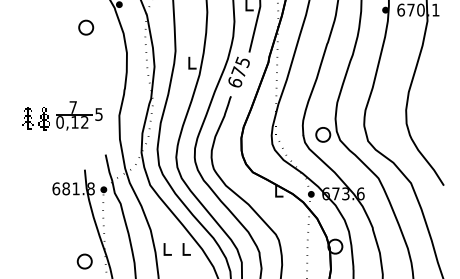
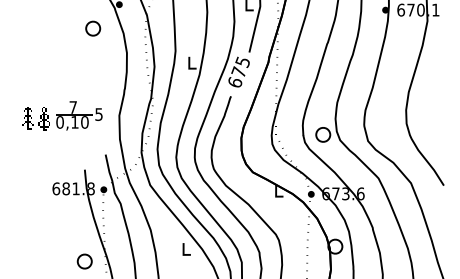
part at (86, 27) position: (86, 27) -> (93, 28)
text at (84, 122): 0,12 -> 0,10
part at (167, 249): present -> none
